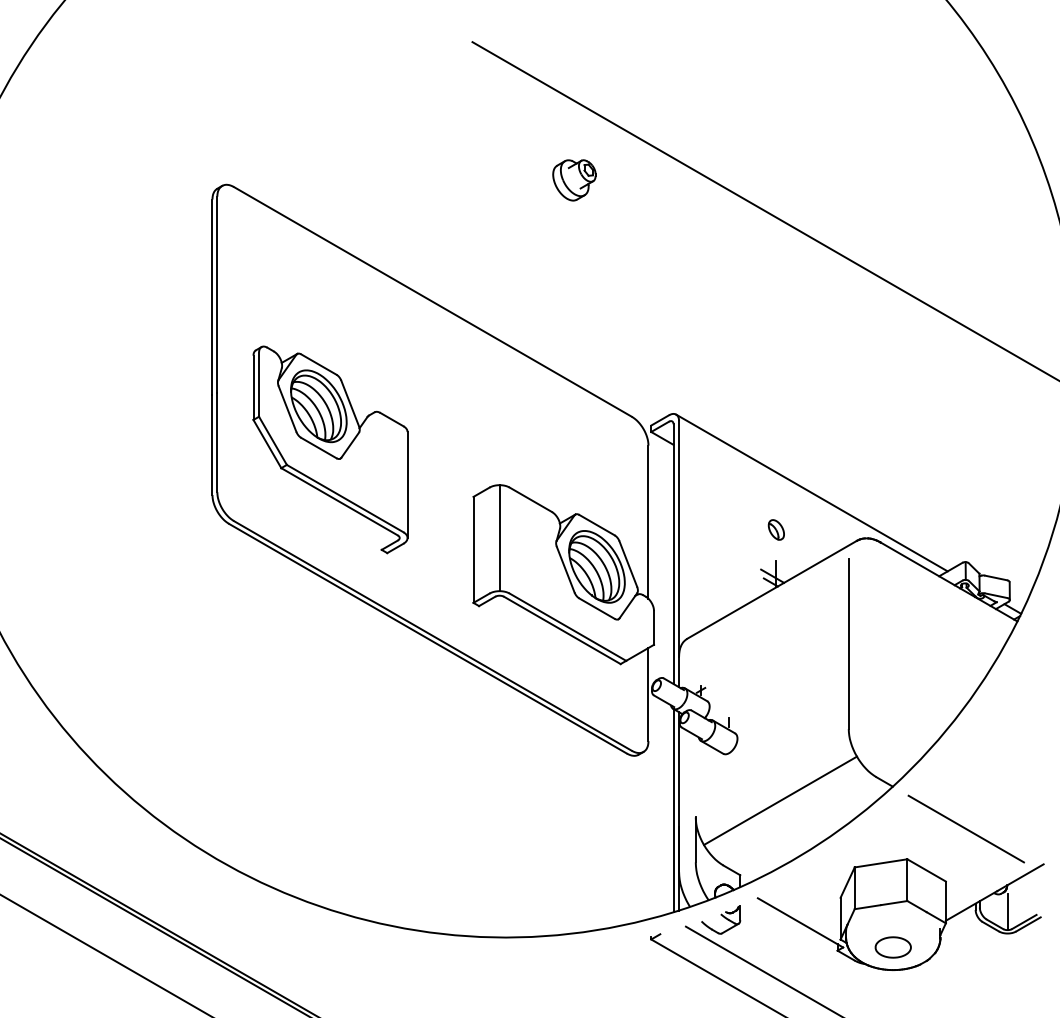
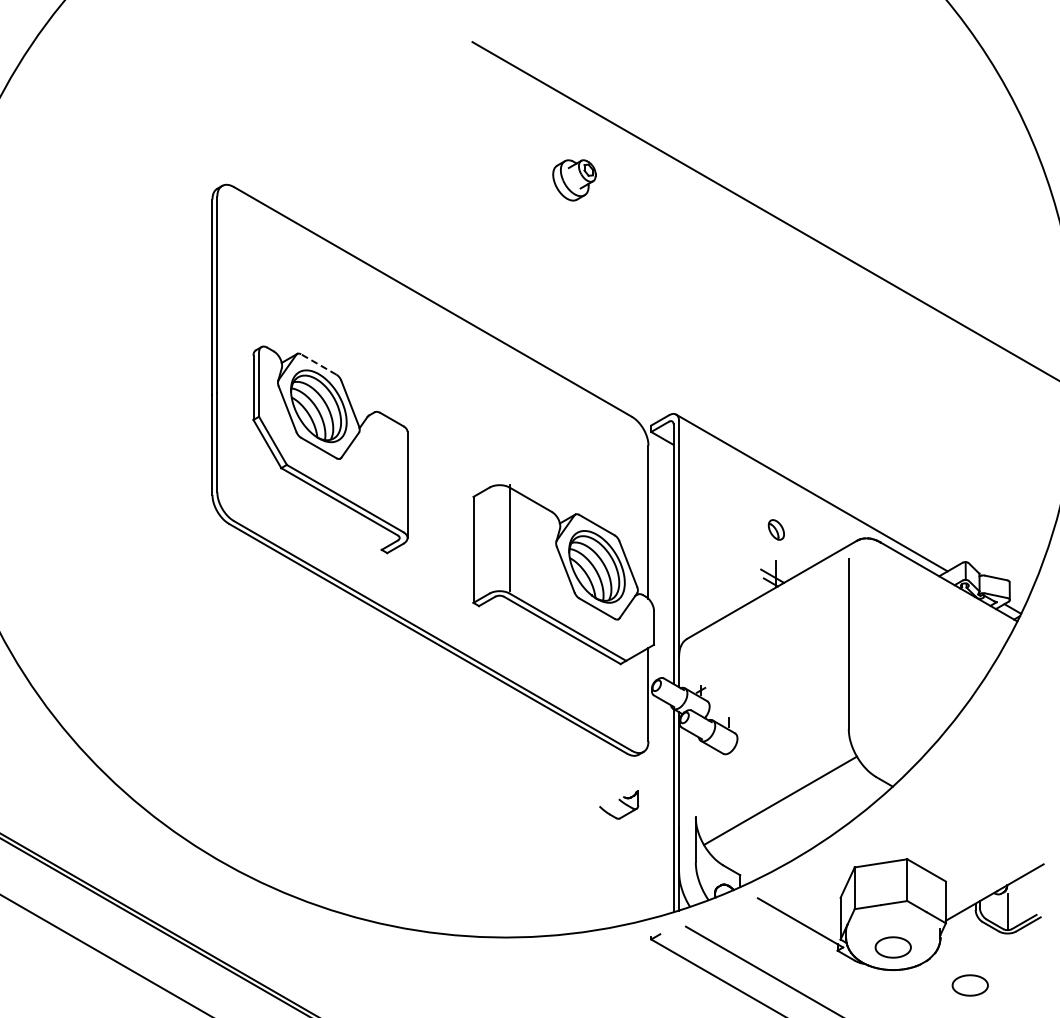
line at (318, 364): solid -> dashed
line at (499, 538) position: (499, 538) -> (509, 538)
line at (965, 828): present -> none
part at (721, 919) position: (721, 919) -> (619, 804)
part at (969, 985): none -> present
